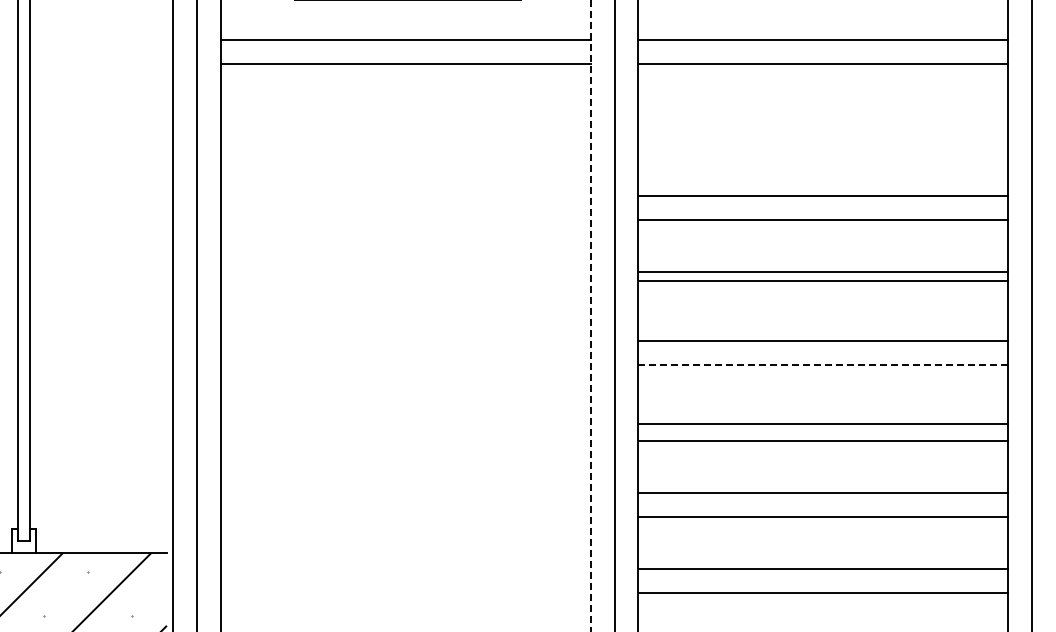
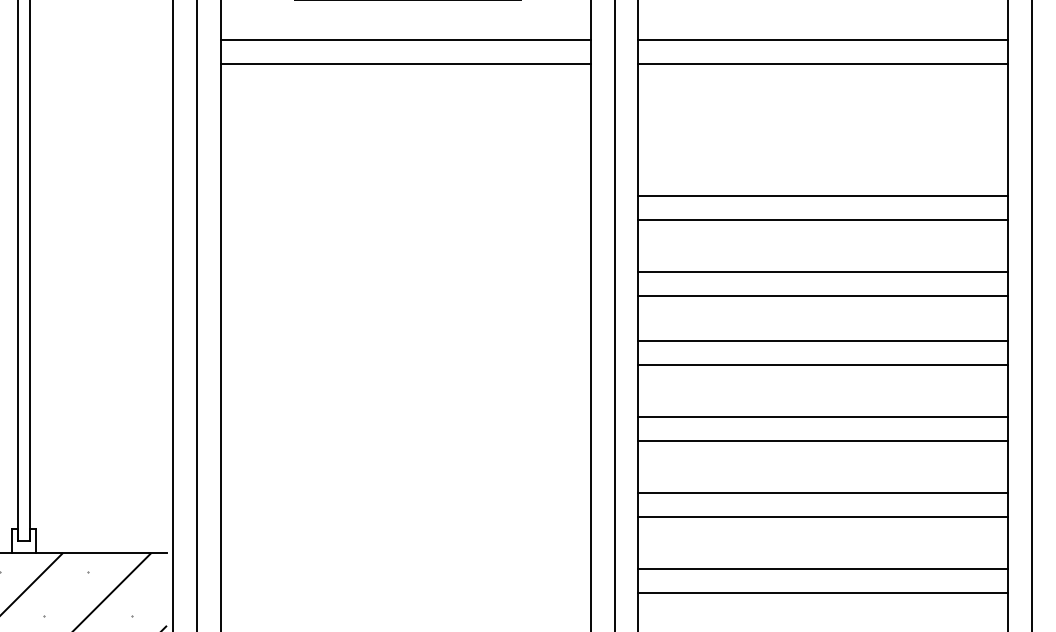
line at (823, 280) position: (823, 280) -> (823, 295)
line at (590, 316): dashed -> solid
line at (823, 365): dashed -> solid
line at (823, 424) position: (823, 424) -> (823, 417)
